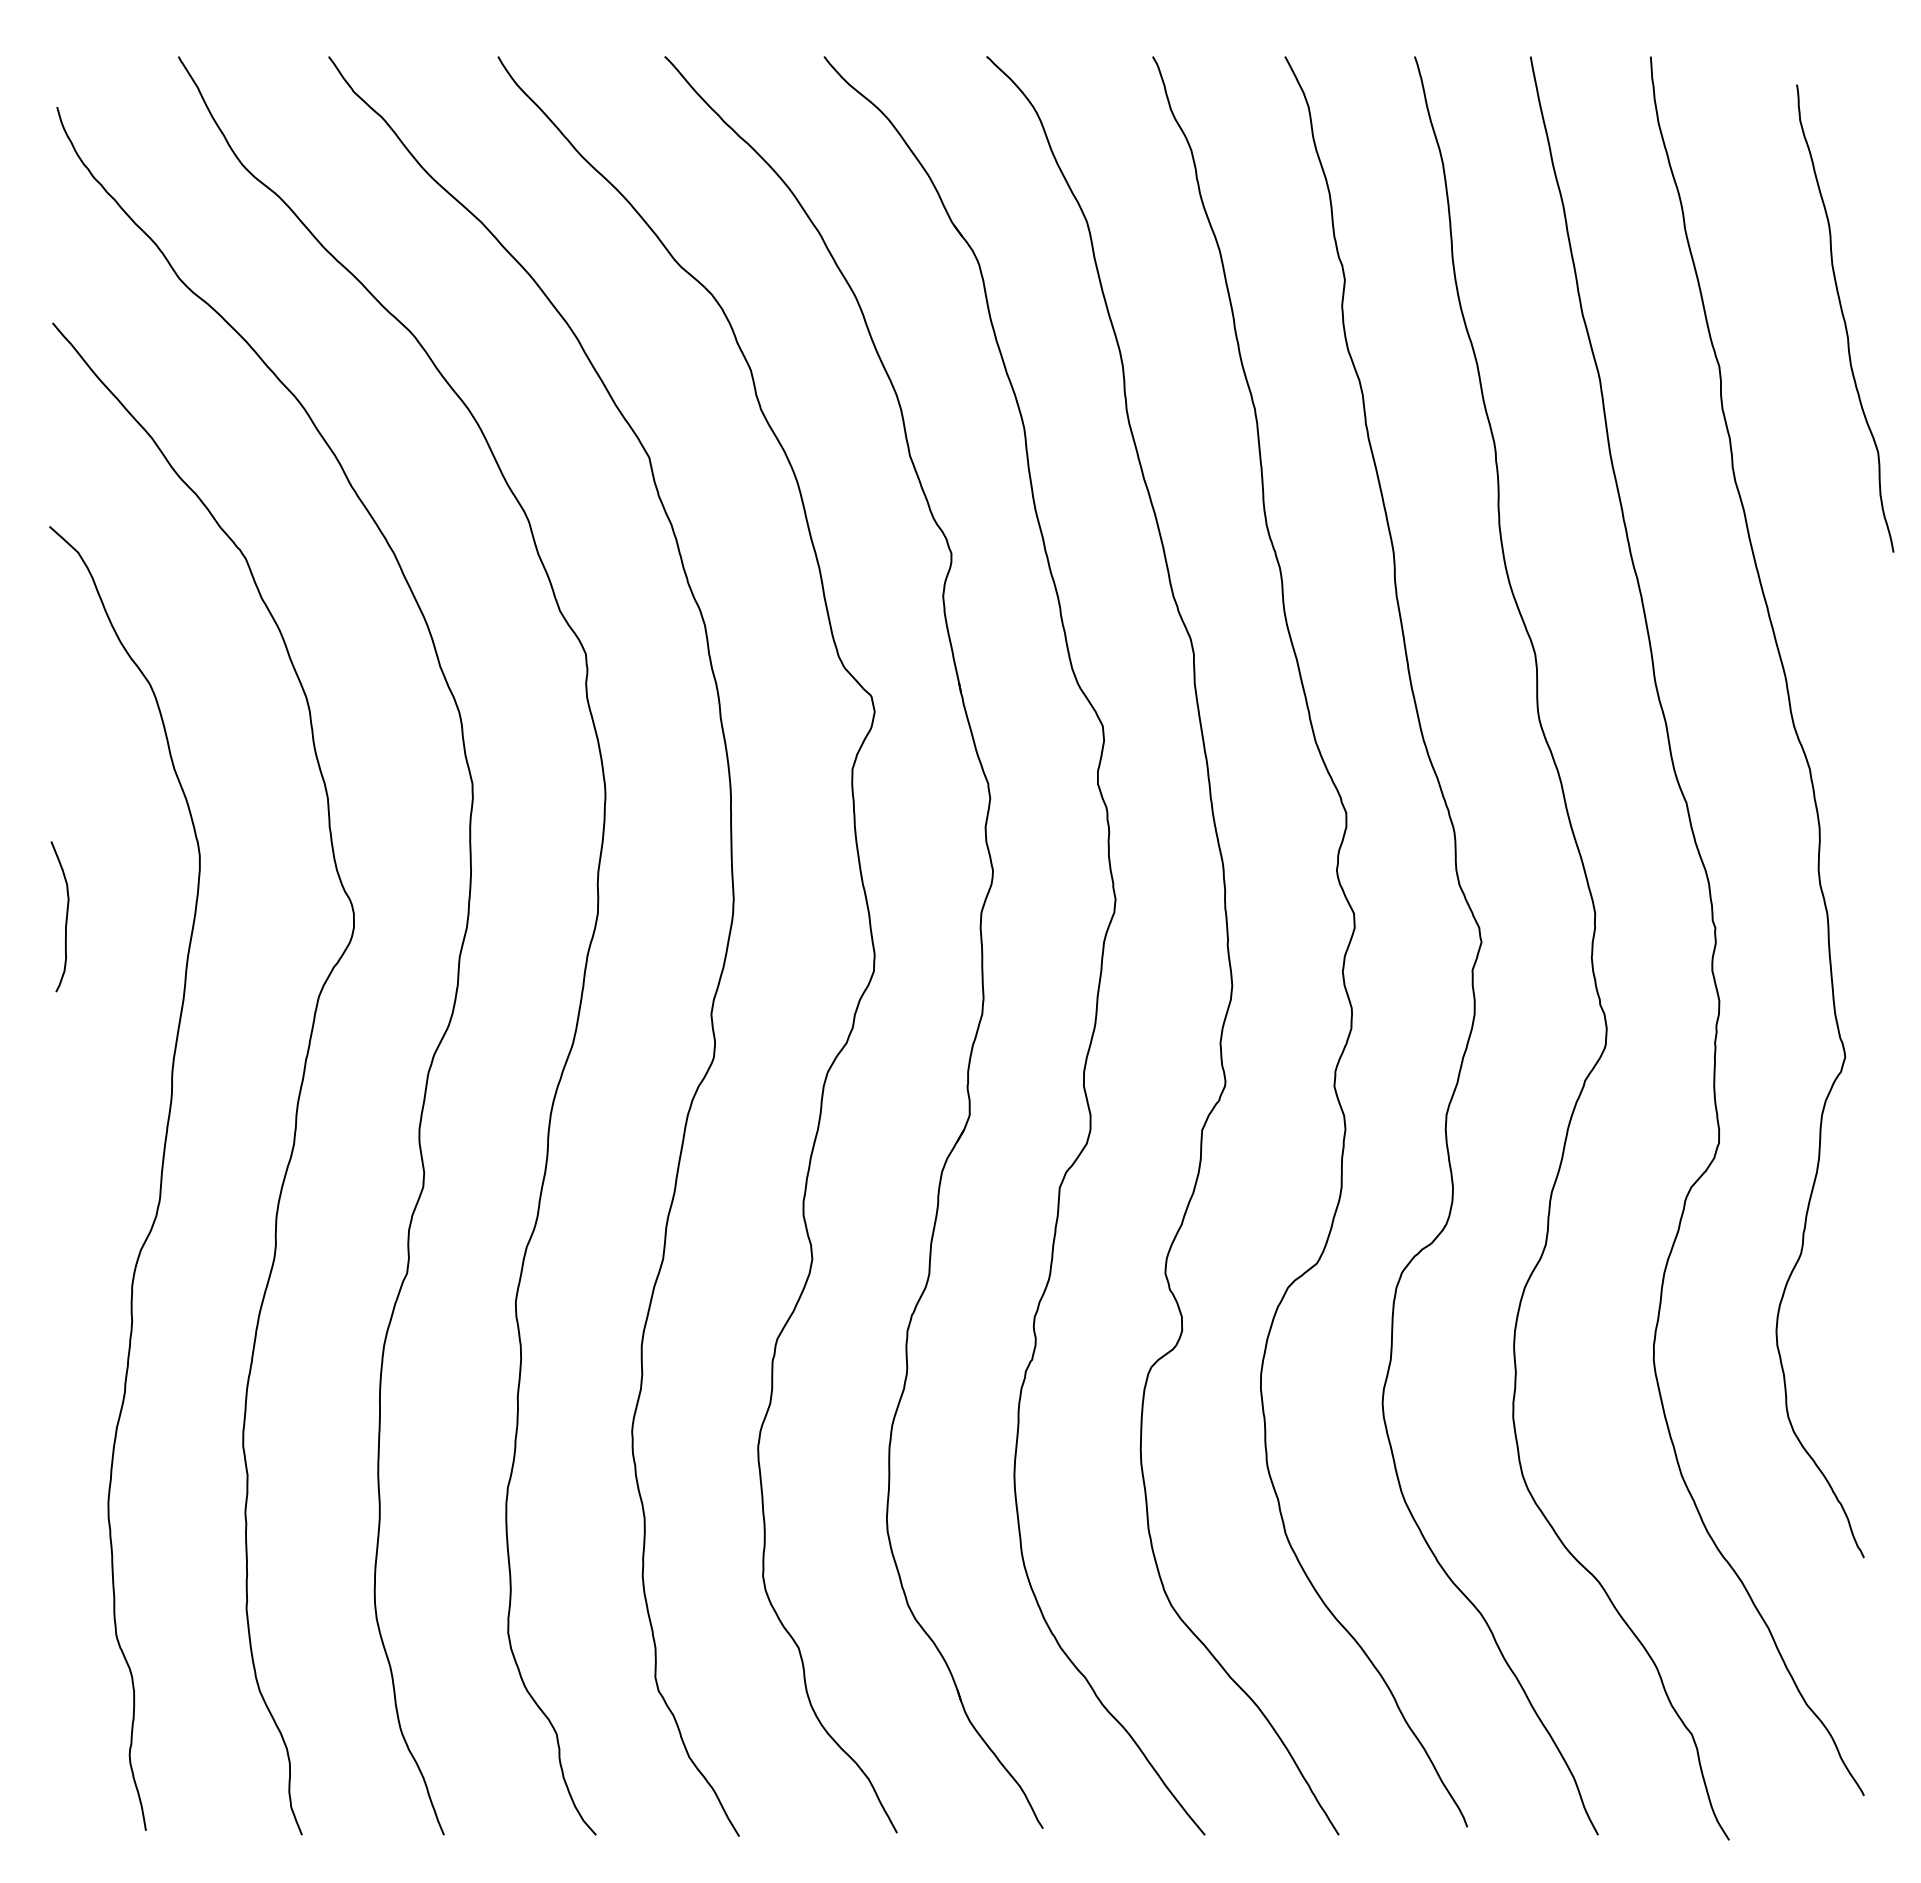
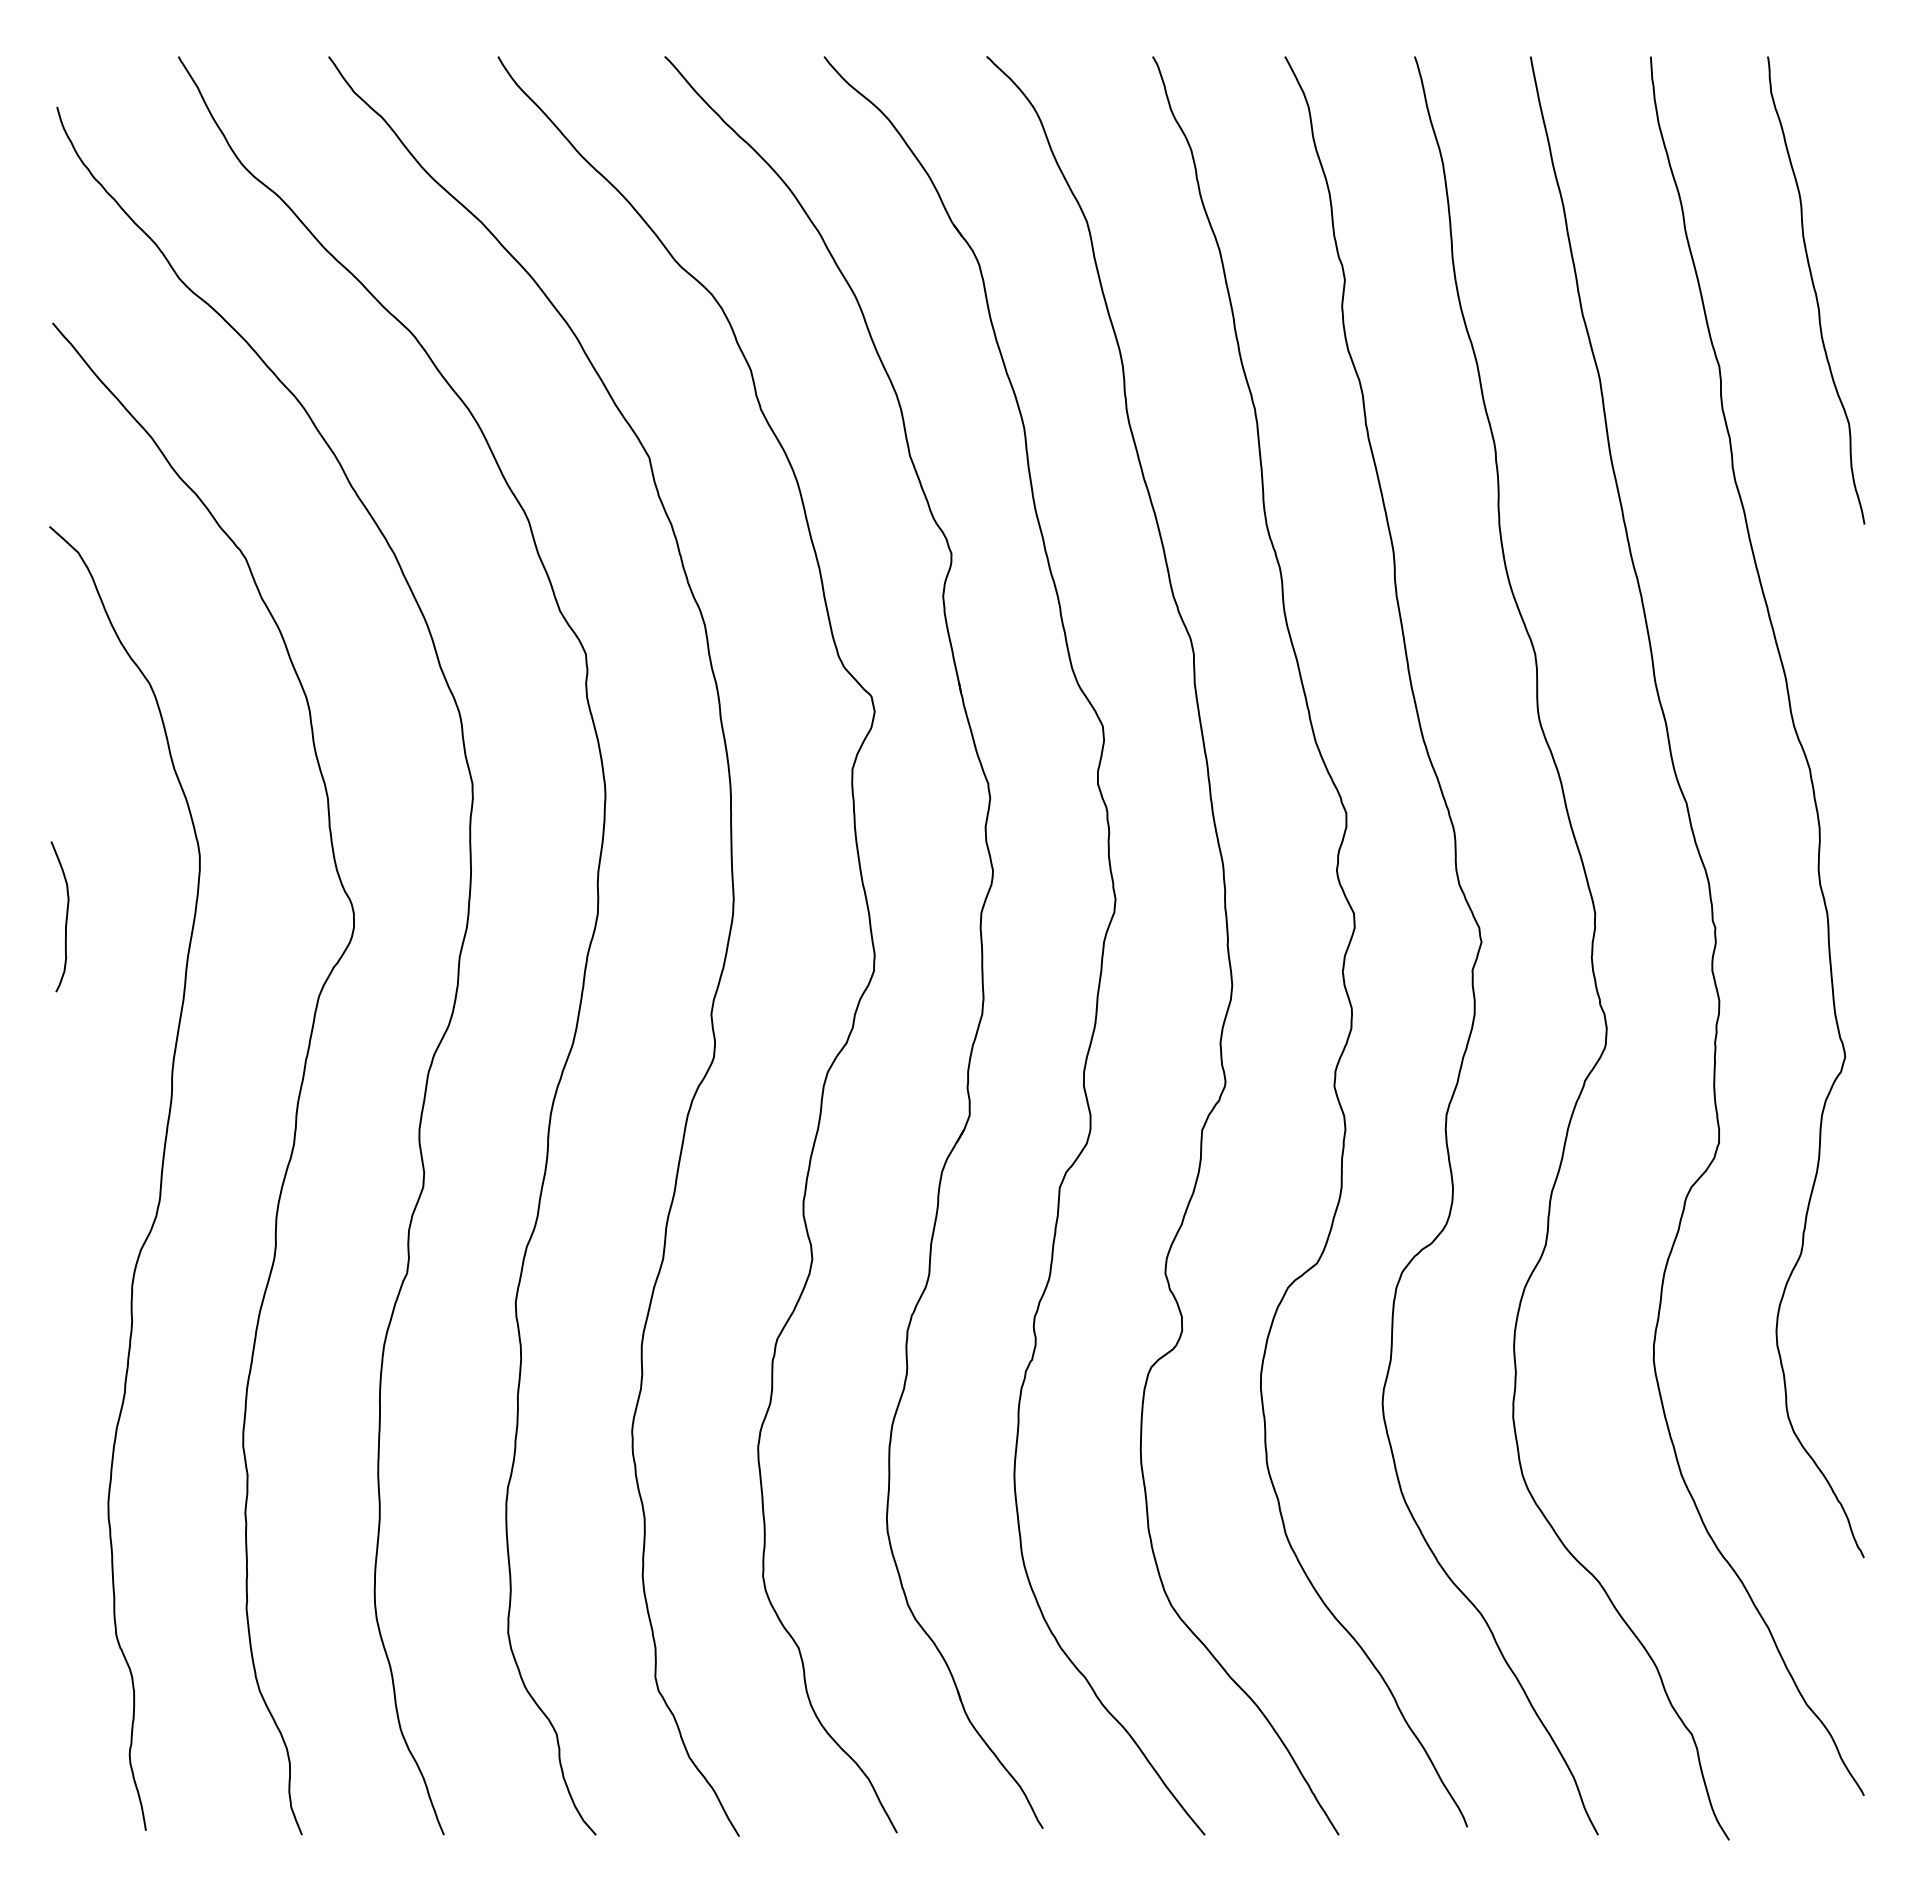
curve at (1844, 318) position: (1844, 318) -> (1815, 290)
